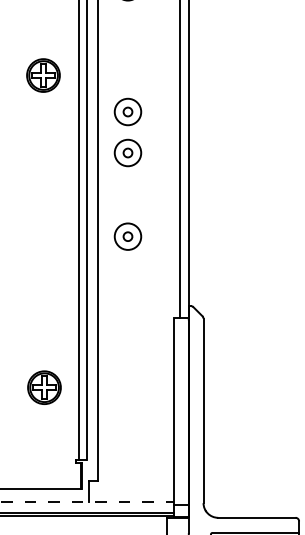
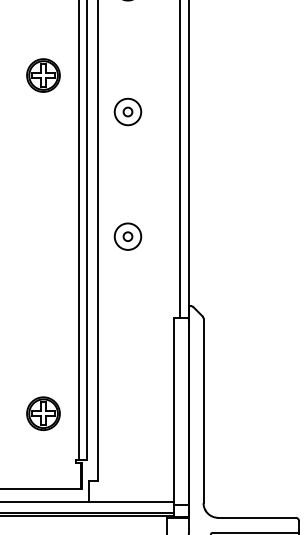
part at (127, 152): present -> none
part at (44, 387) position: (44, 387) -> (43, 413)
line at (87, 501): dashed -> solid
